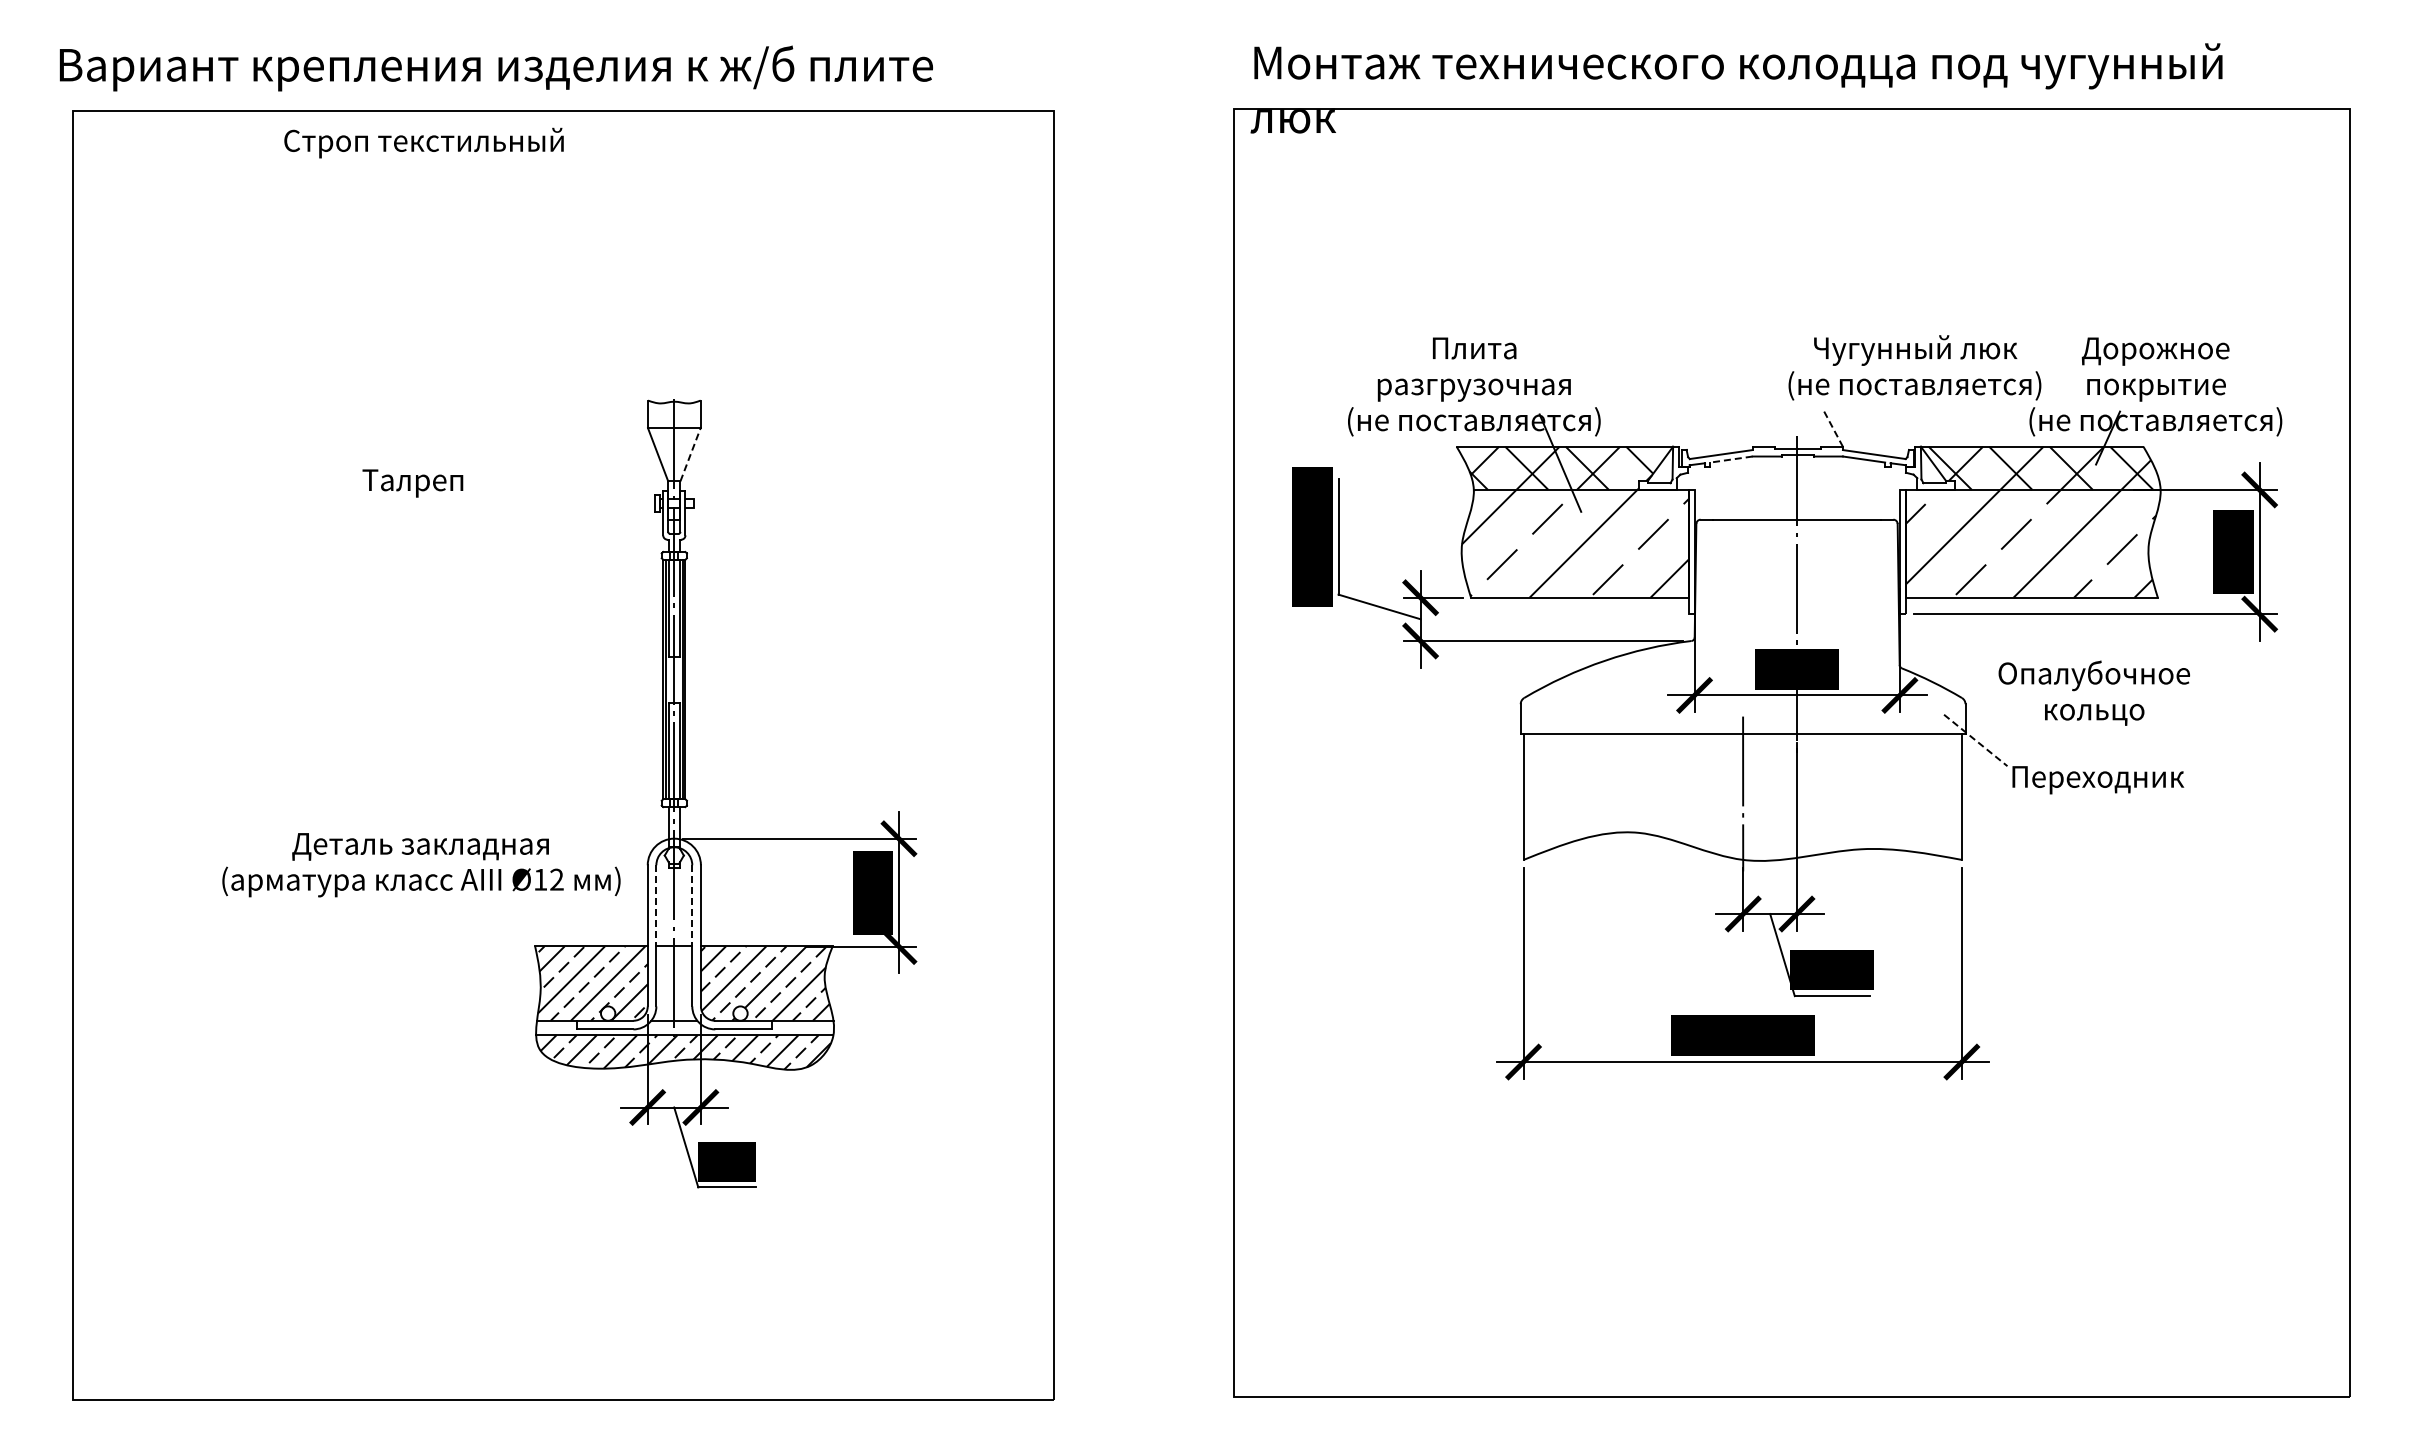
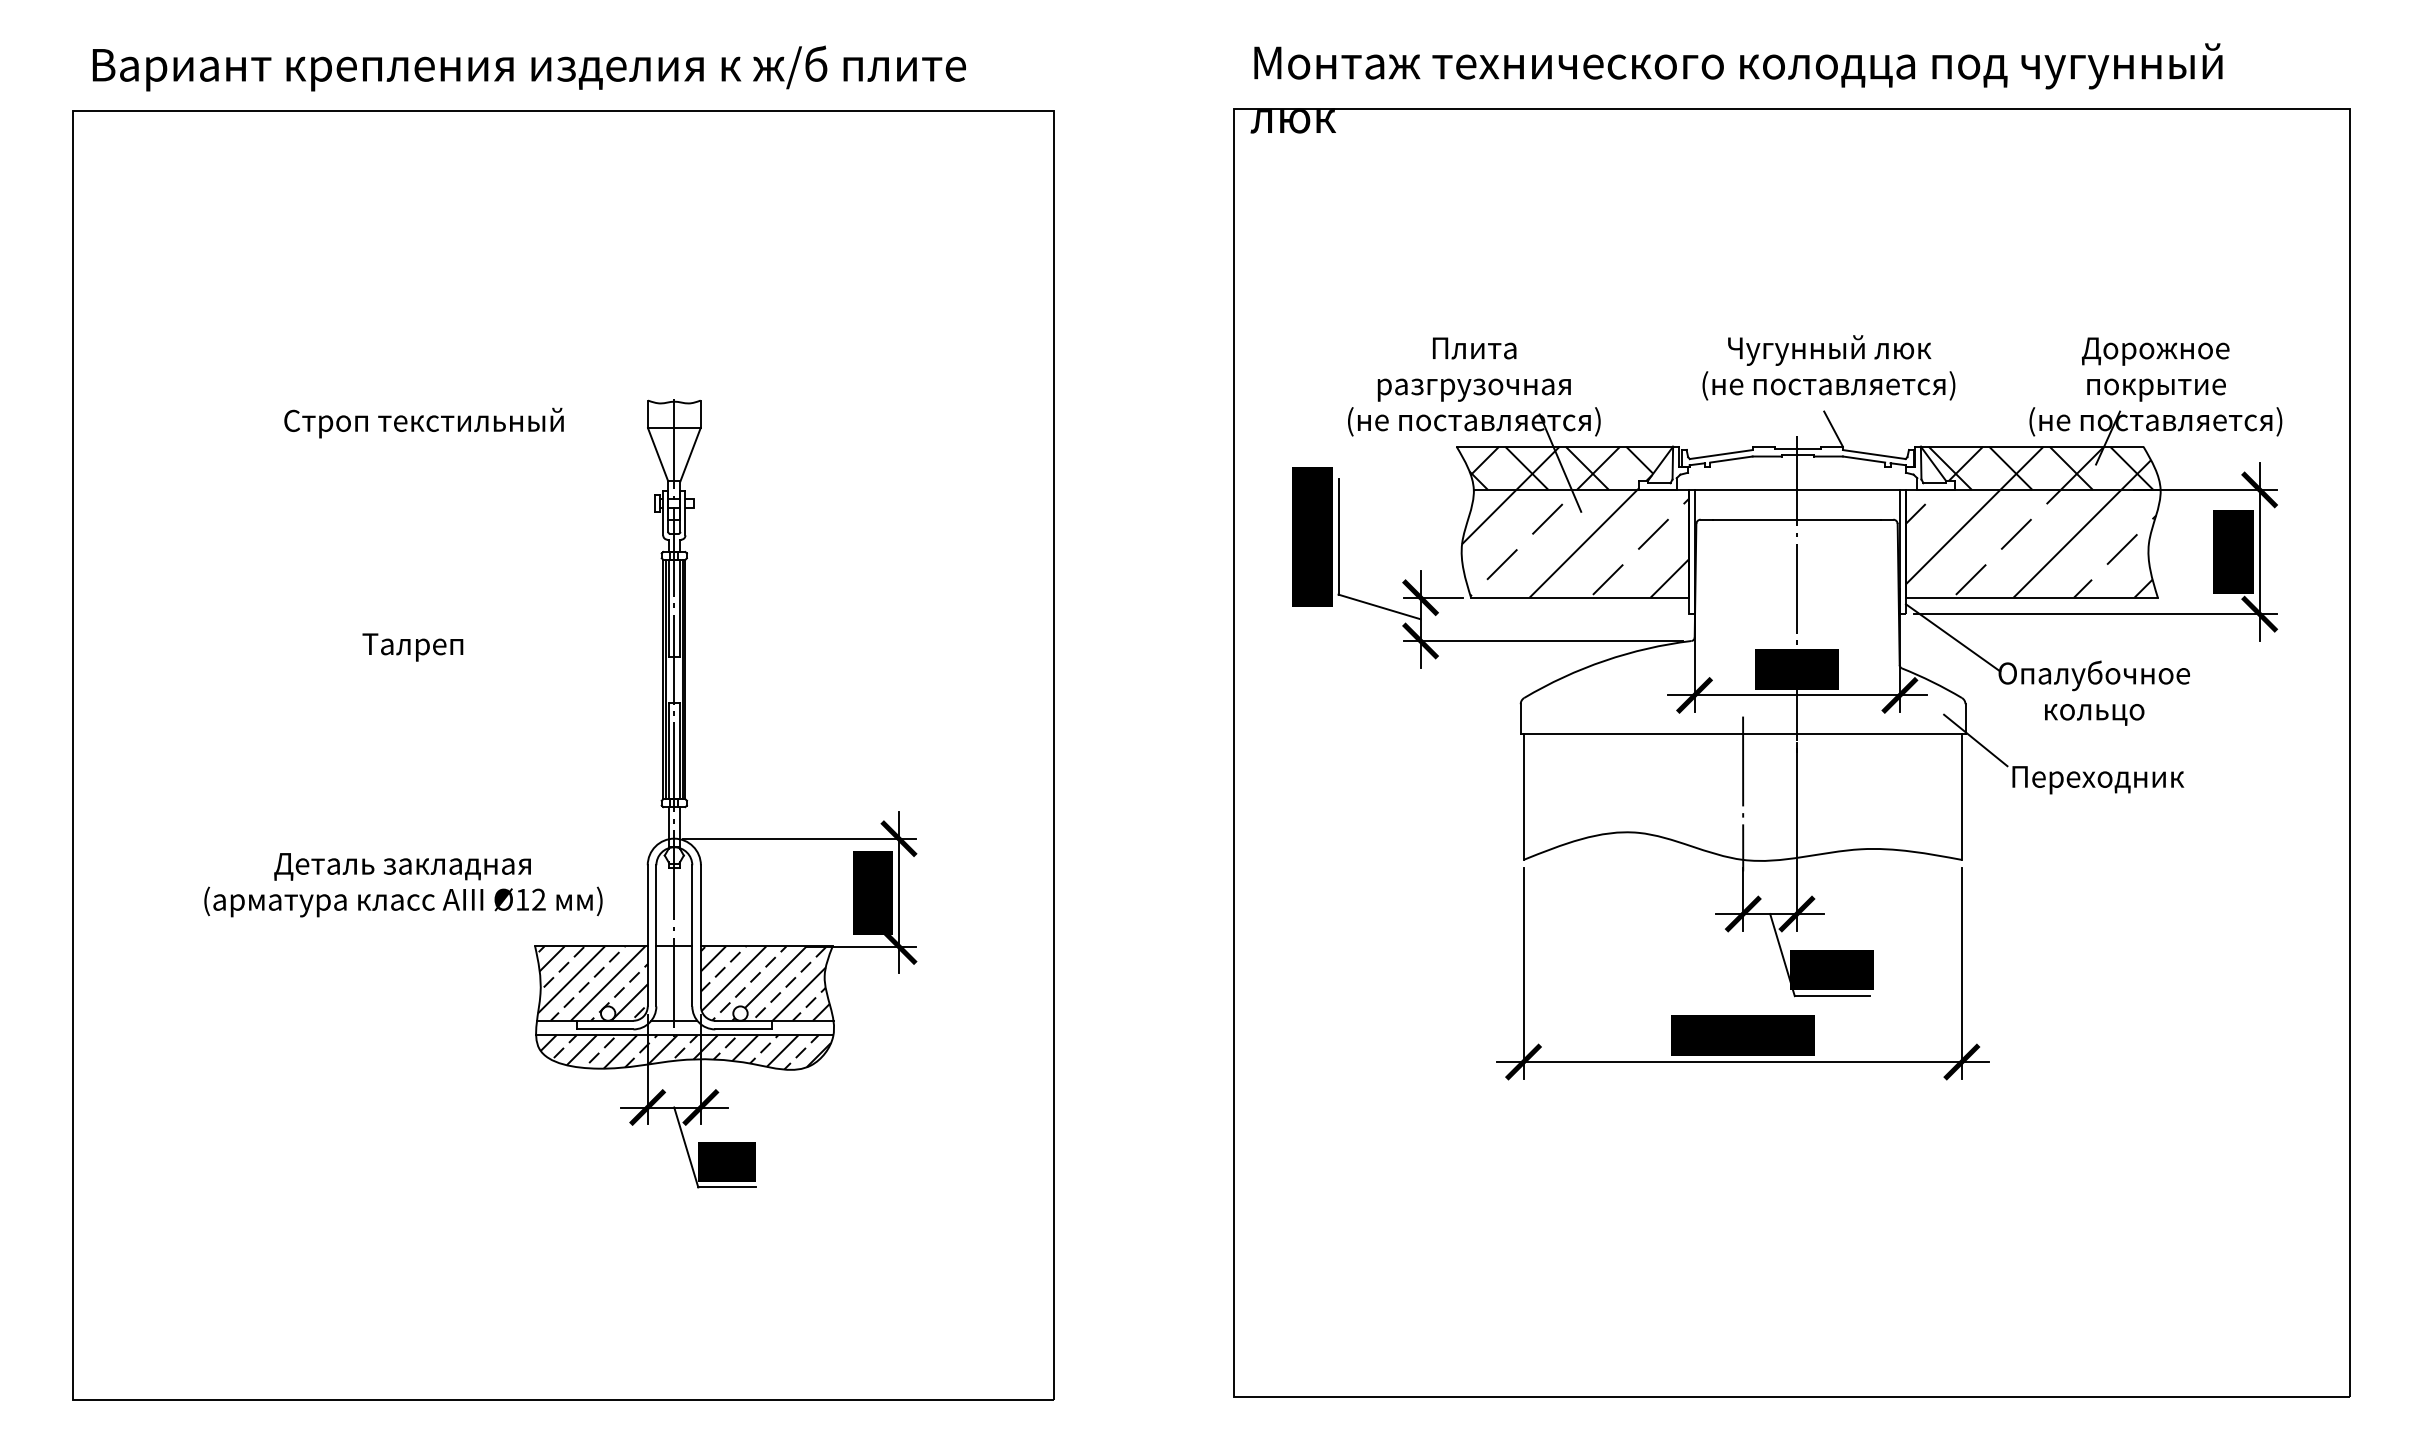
text at (496, 68) position: (496, 68) -> (529, 68)
text at (423, 142) position: (423, 142) -> (423, 422)
text at (1914, 367) position: (1914, 367) -> (1828, 367)
line at (1833, 429): dashed -> solid
line at (690, 454): dashed -> solid
line at (1731, 459): dashed -> solid
text at (412, 483) position: (412, 483) -> (412, 647)
line at (1796, 489): none -> present
line at (1952, 637): none -> present
line at (1975, 740): dashed -> solid
text at (421, 865) position: (421, 865) -> (403, 885)
line at (656, 905): dashed -> solid
line at (692, 905): dashed -> solid
